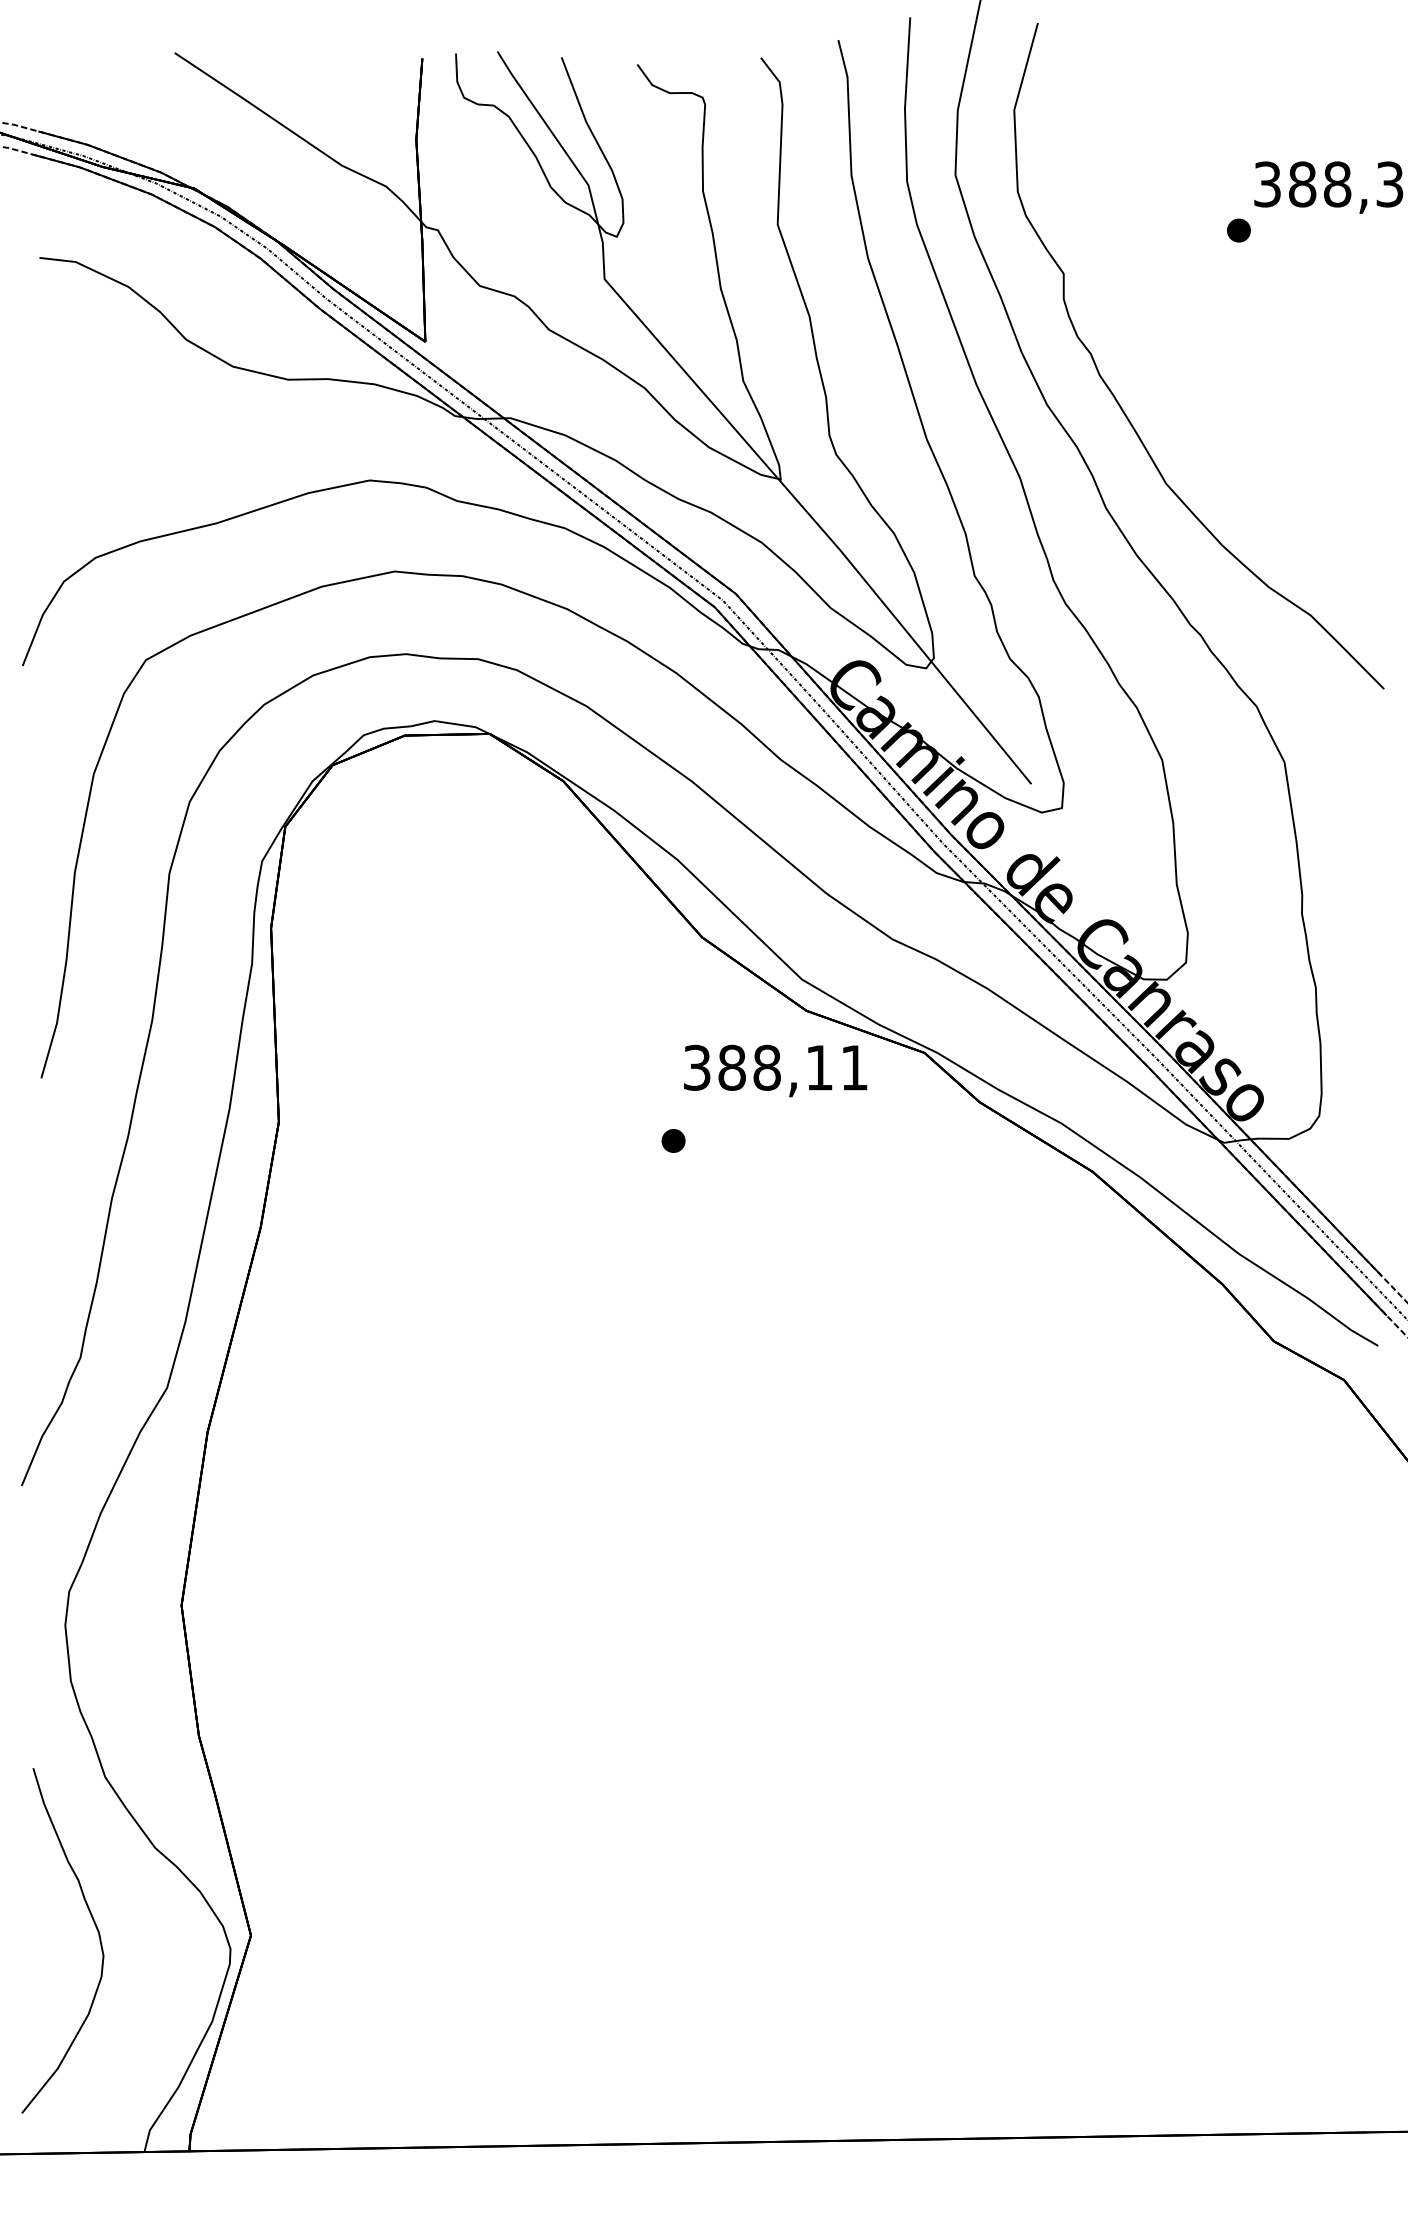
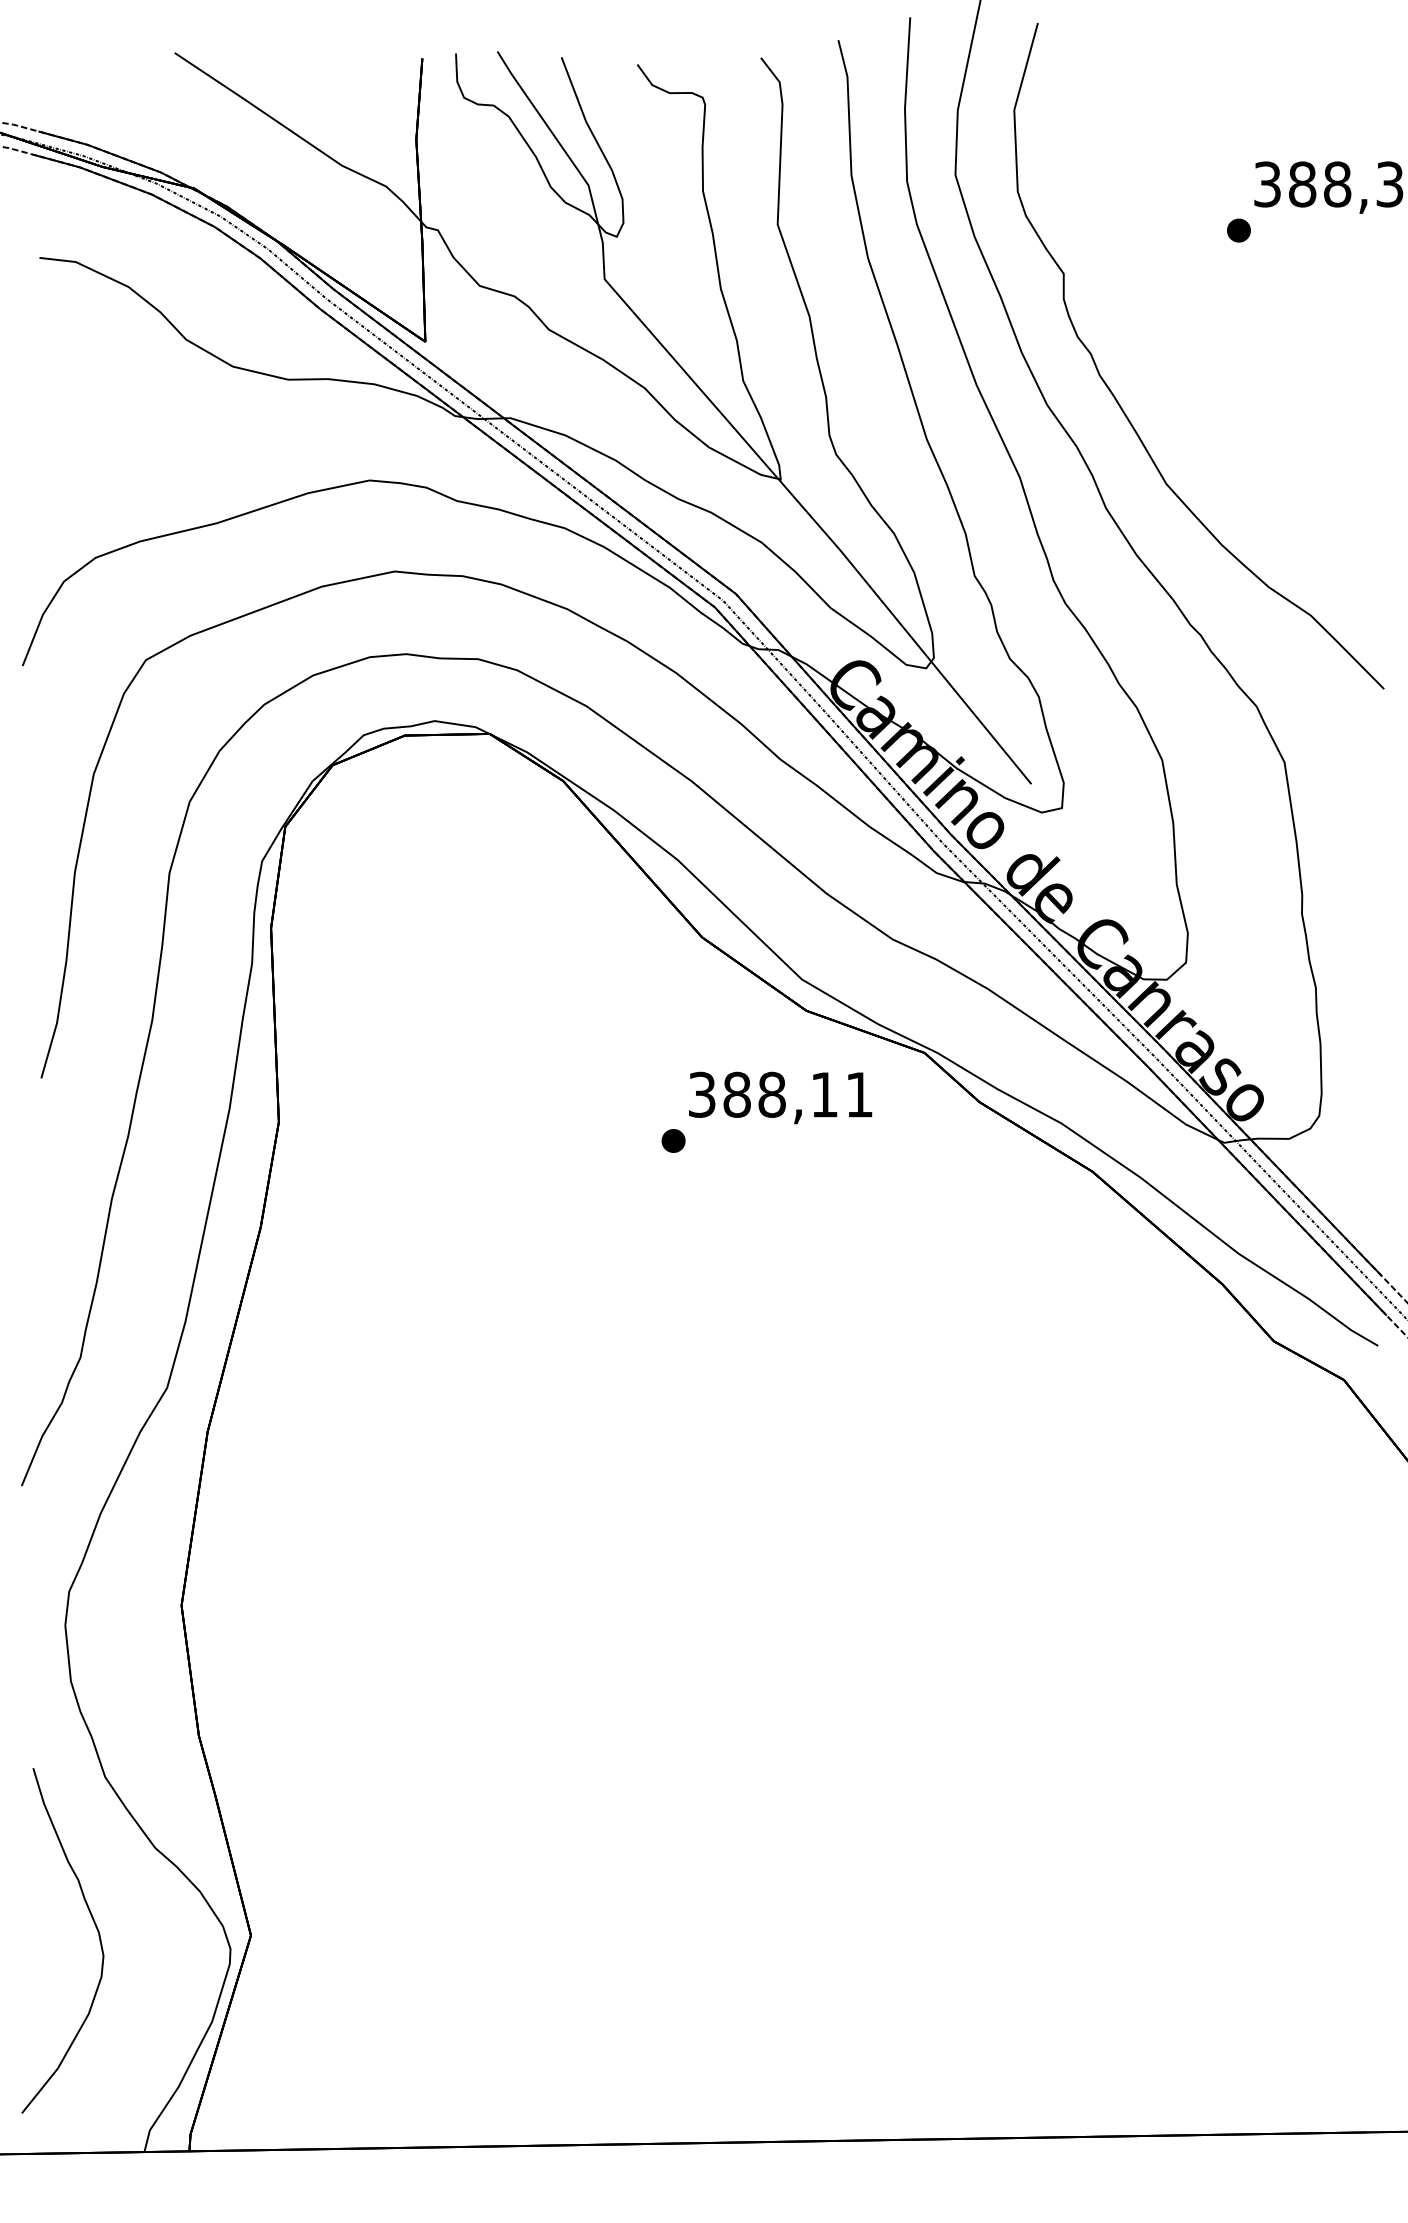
text at (775, 1070) position: (775, 1070) -> (780, 1097)
